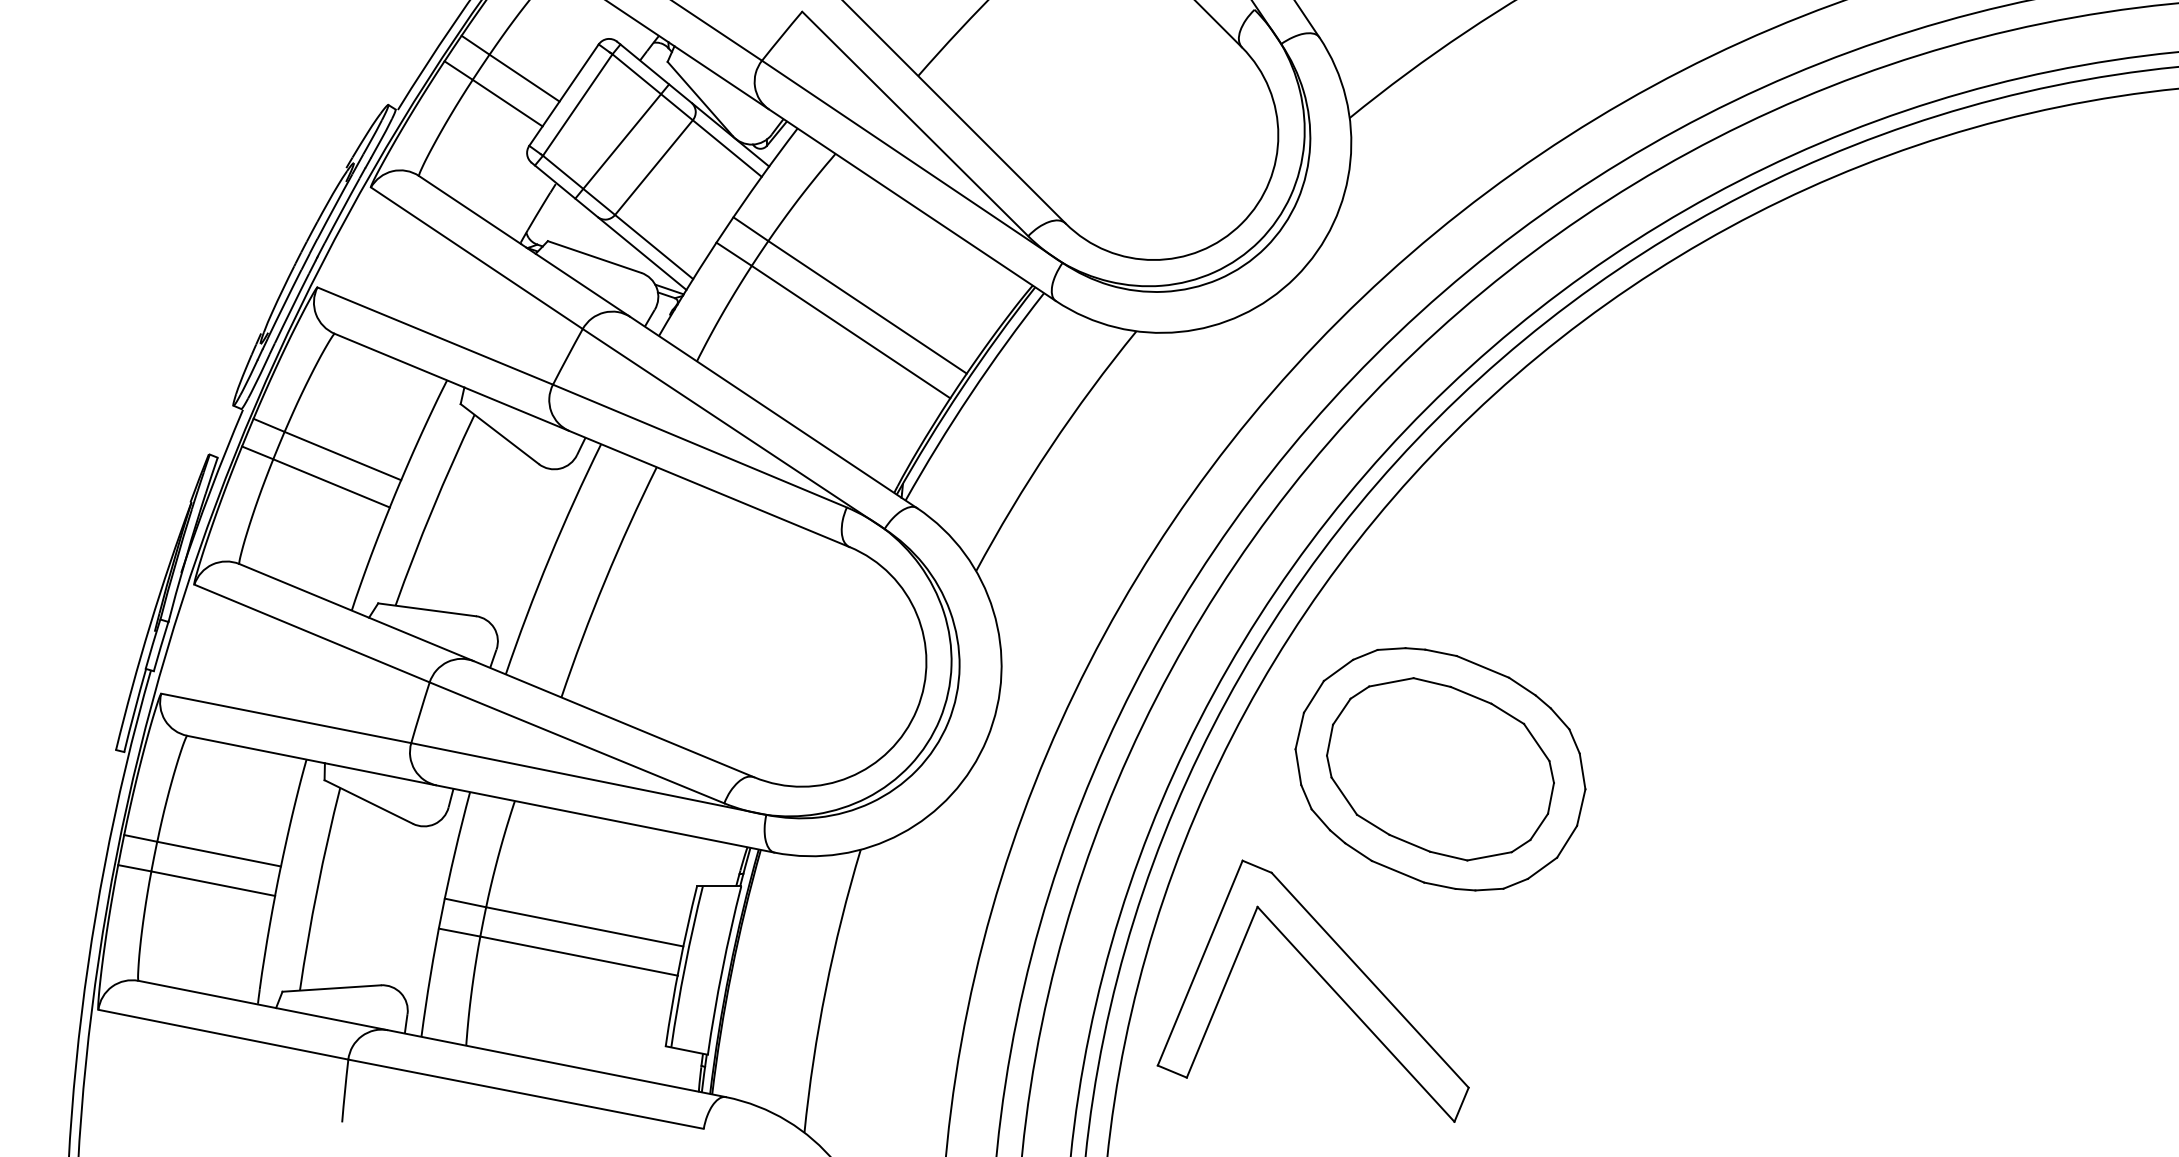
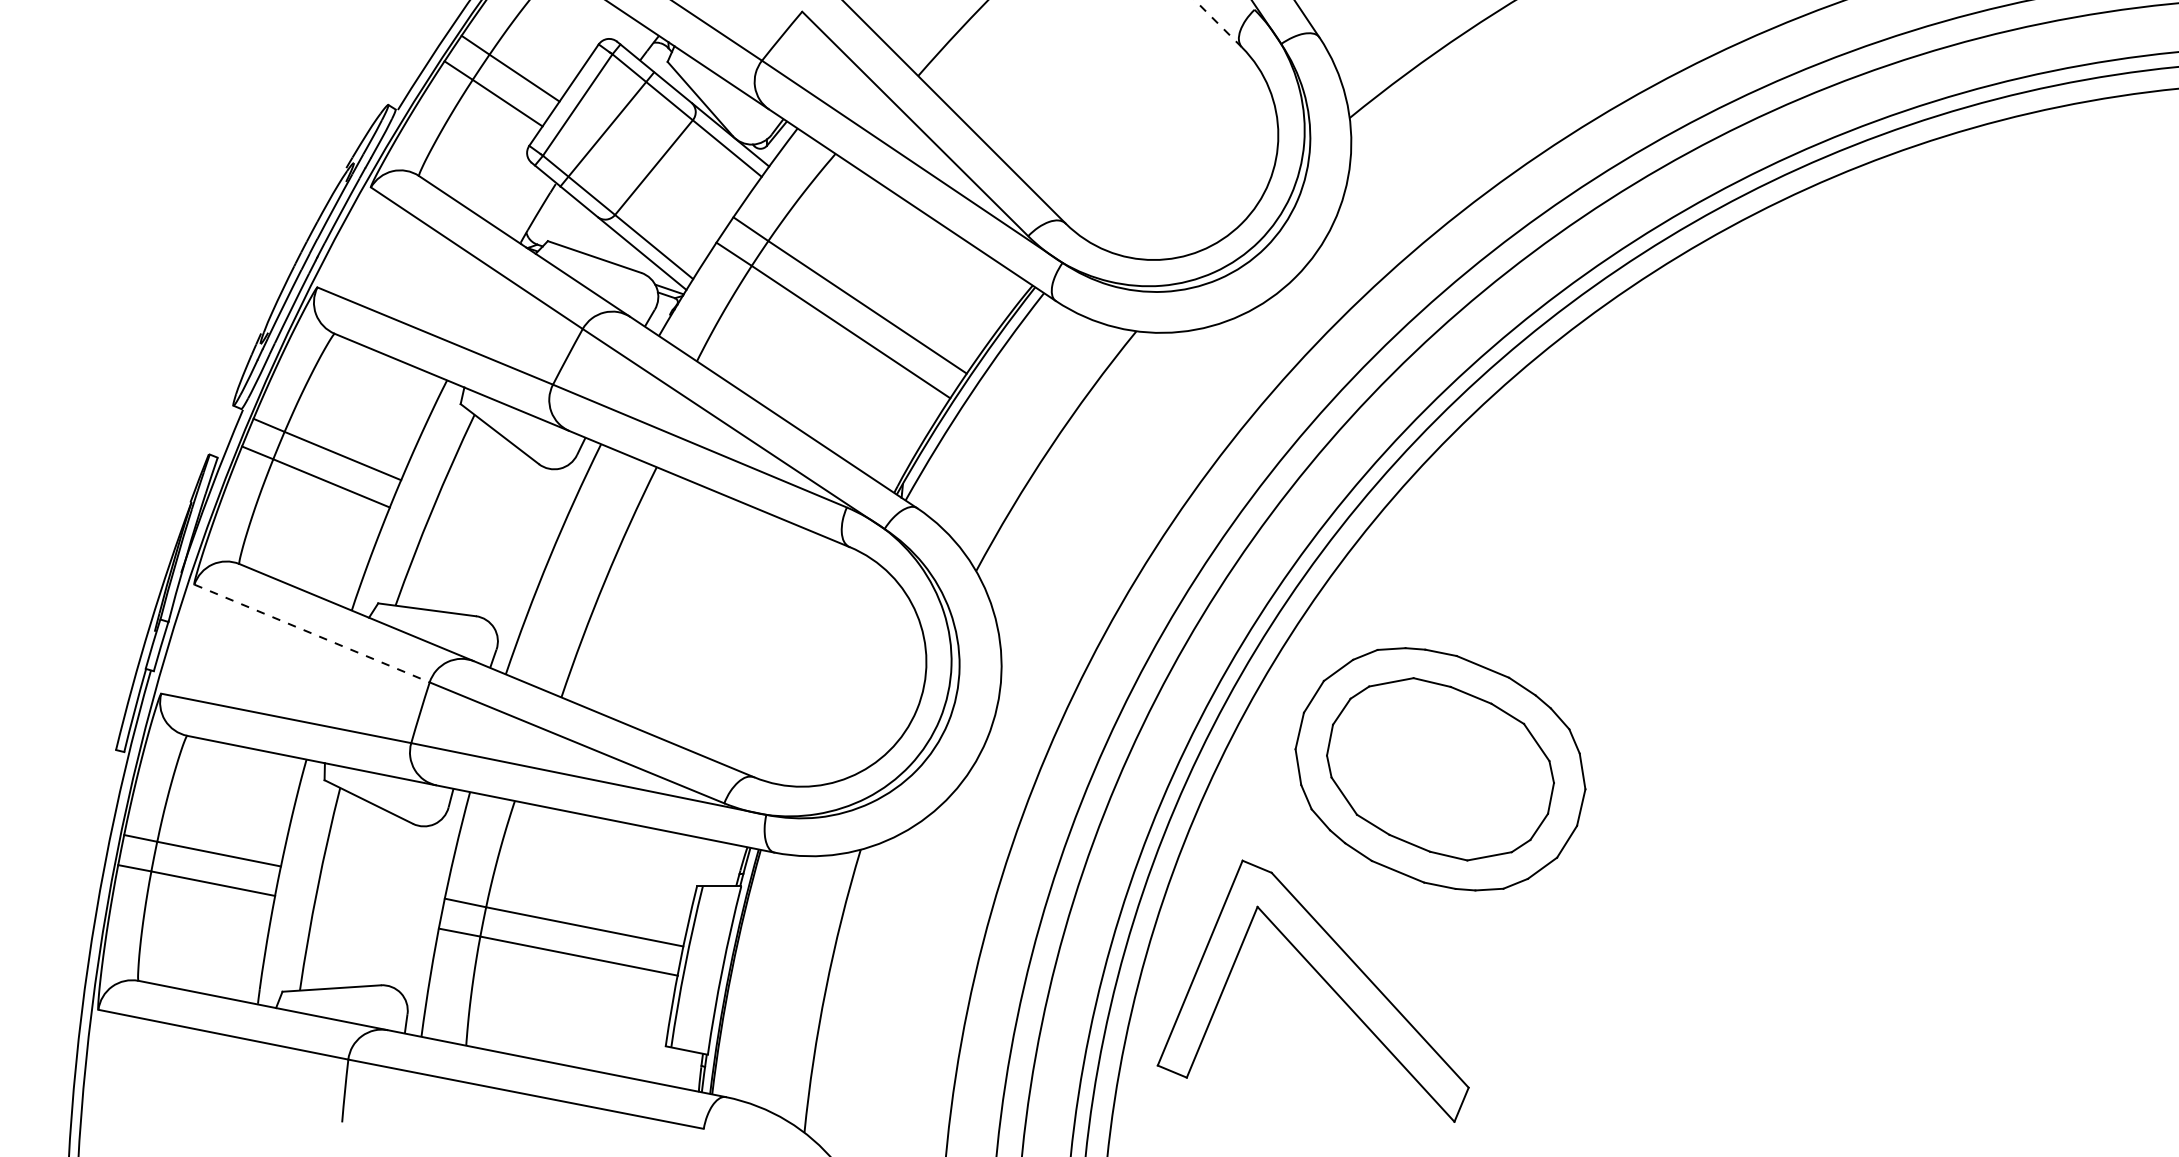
line at (1218, 23): solid -> dashed
line at (622, 141) position: (622, 141) -> (607, 129)
line at (312, 633): solid -> dashed
